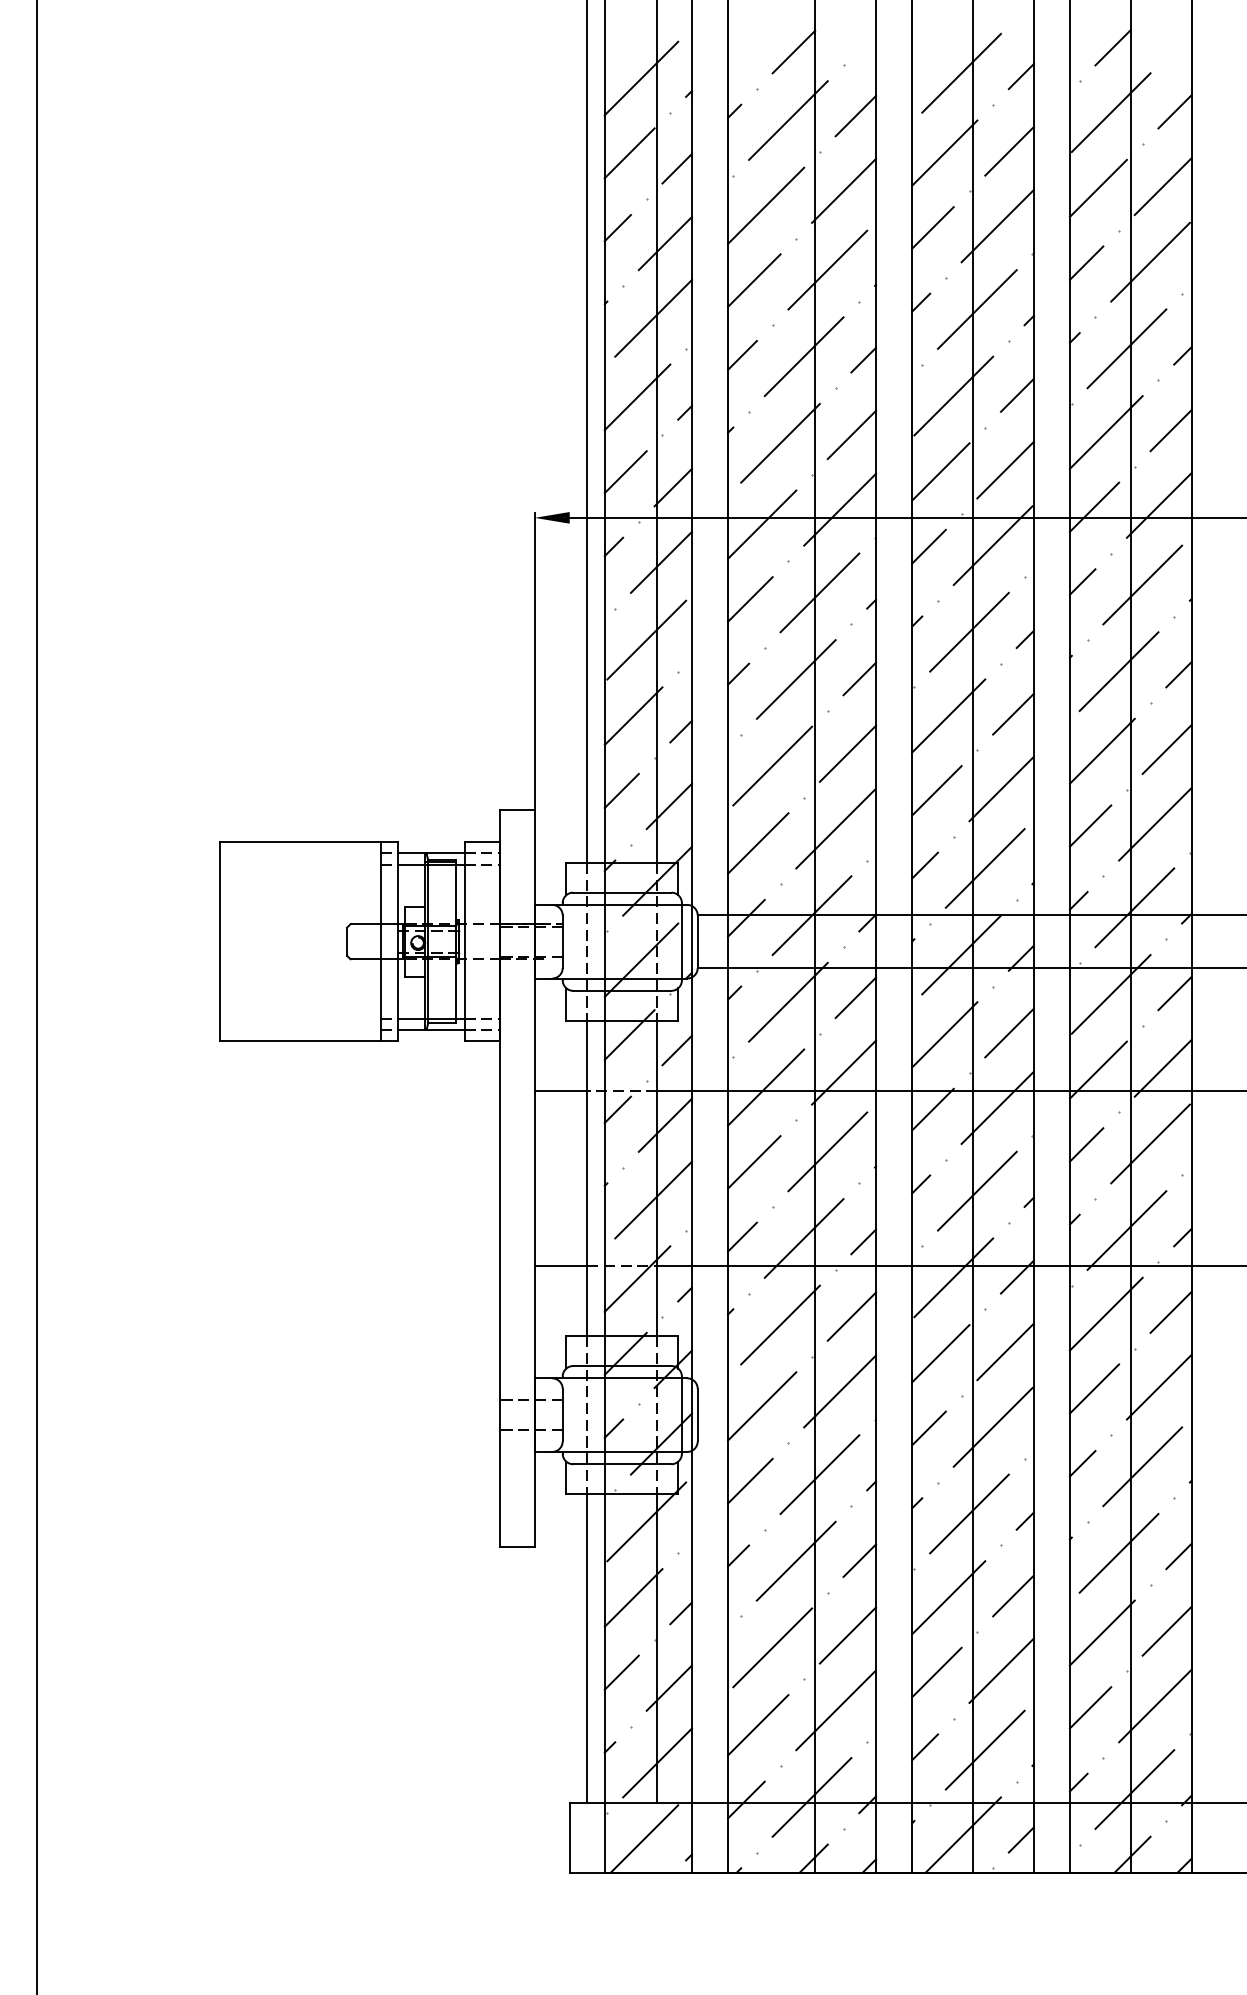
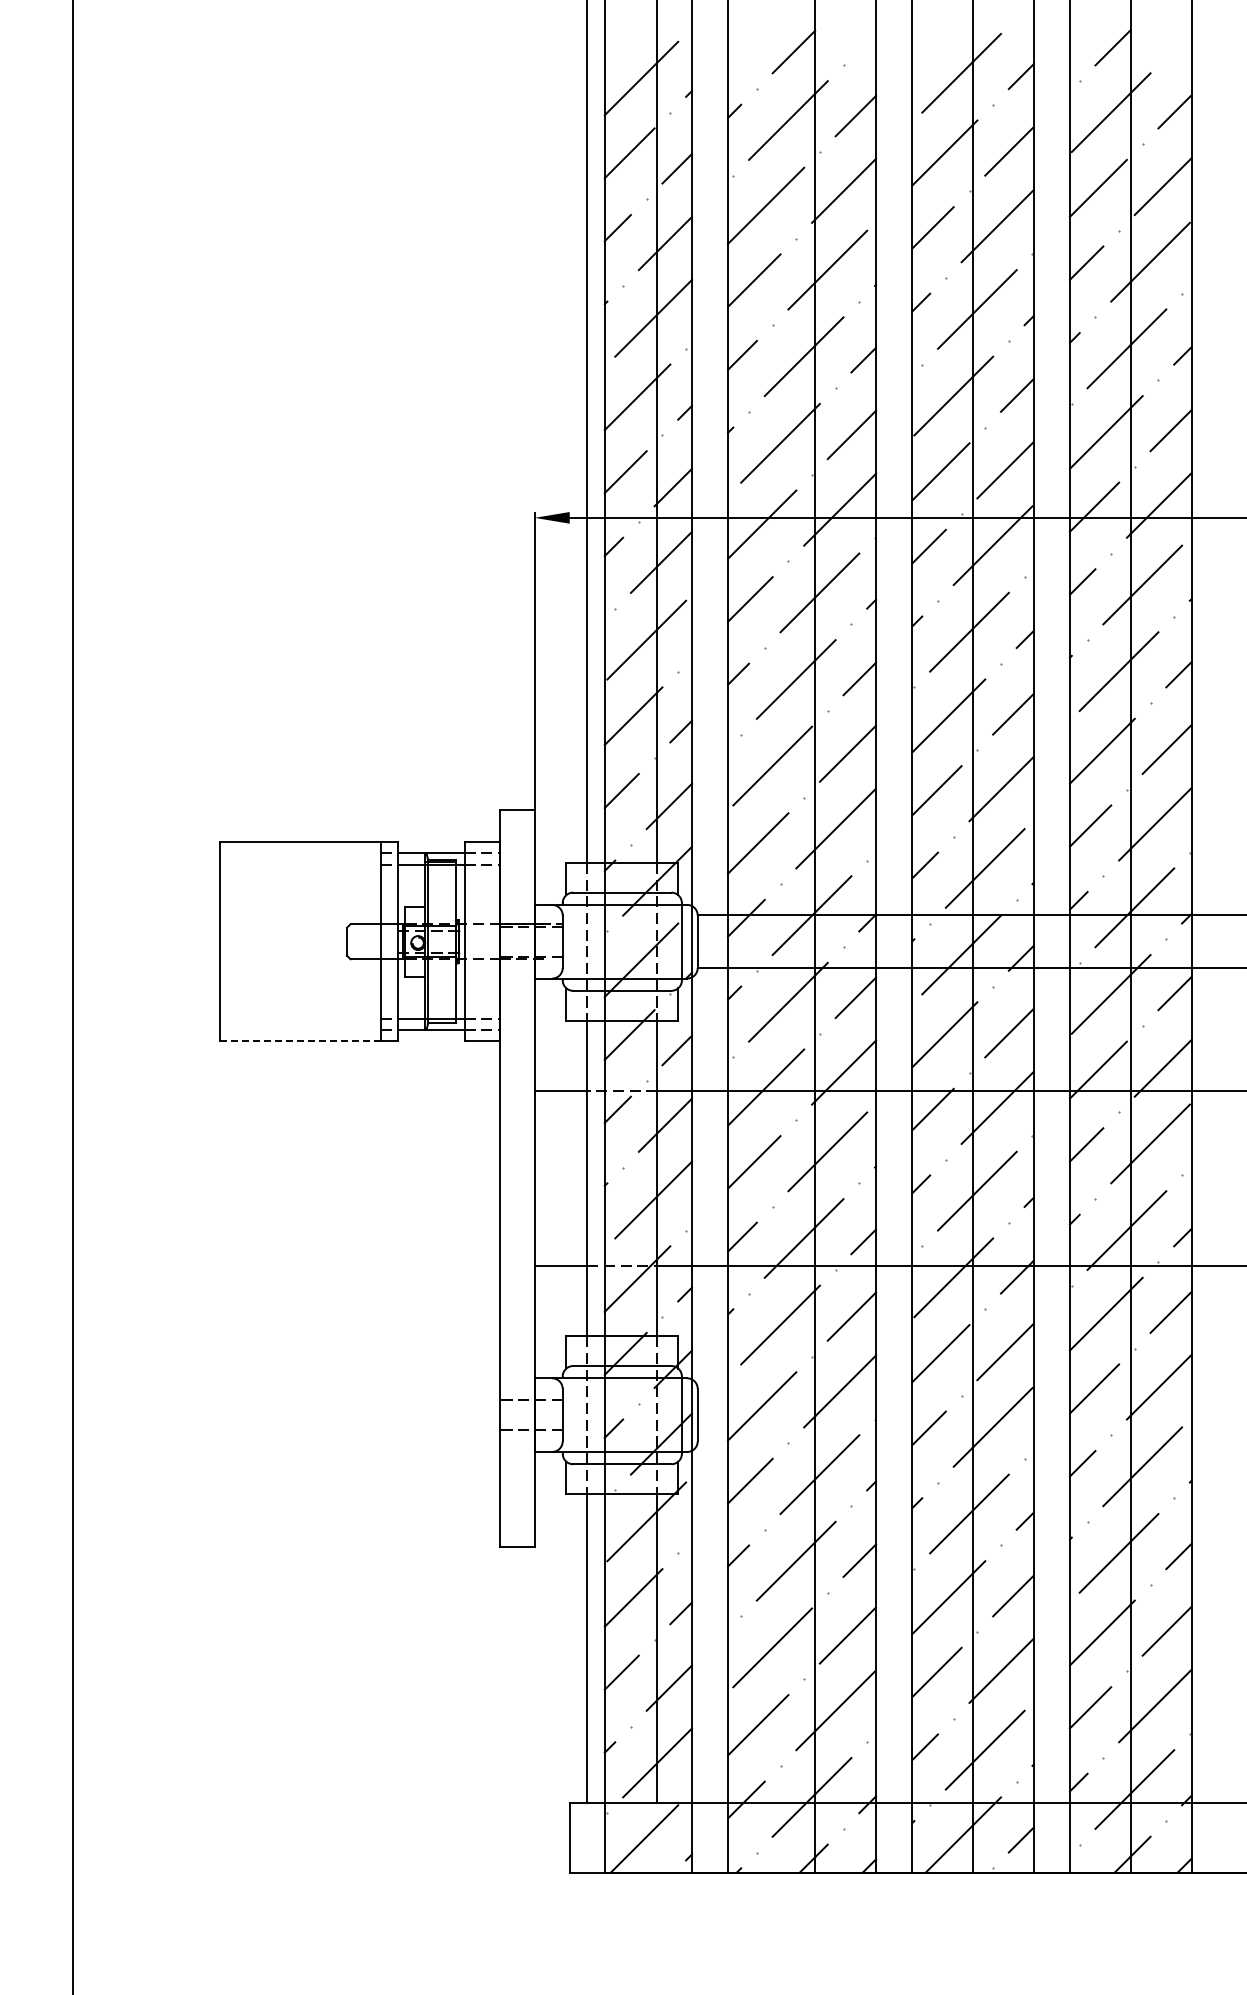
line at (37, 996) position: (37, 996) -> (73, 996)
line at (301, 1041): solid -> dashed
